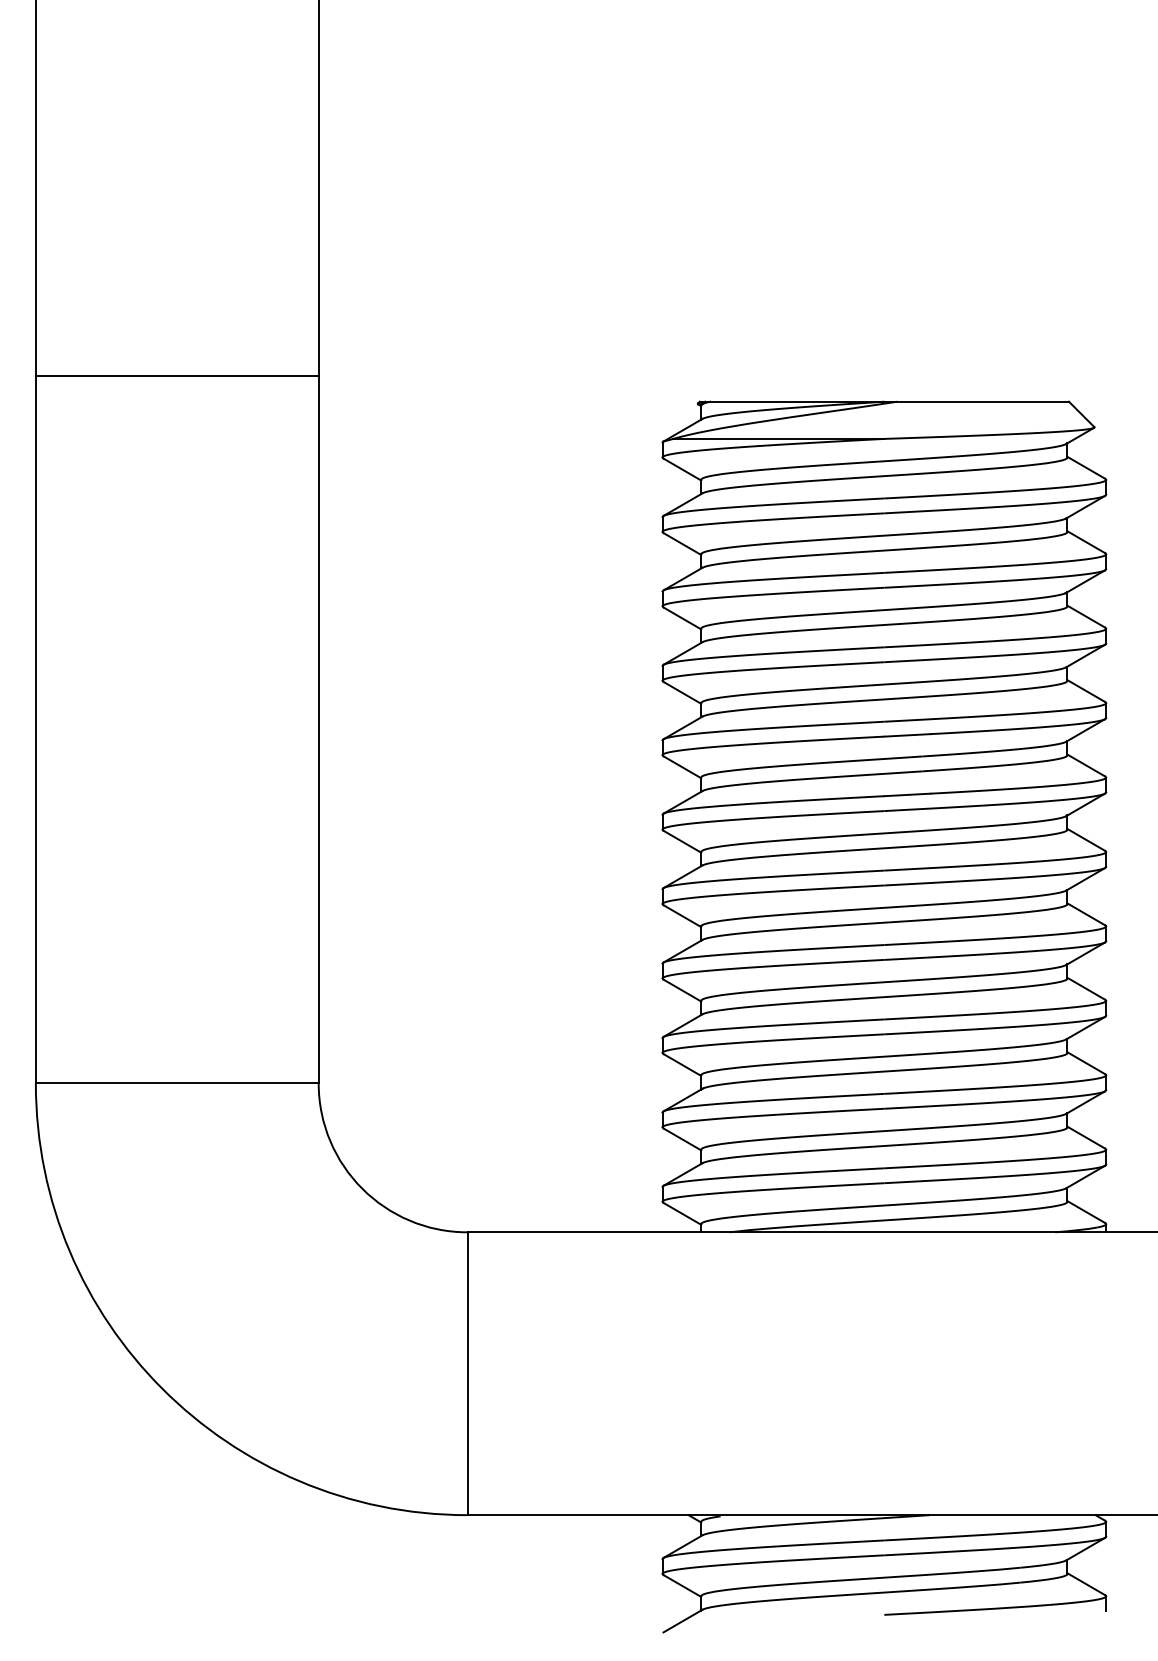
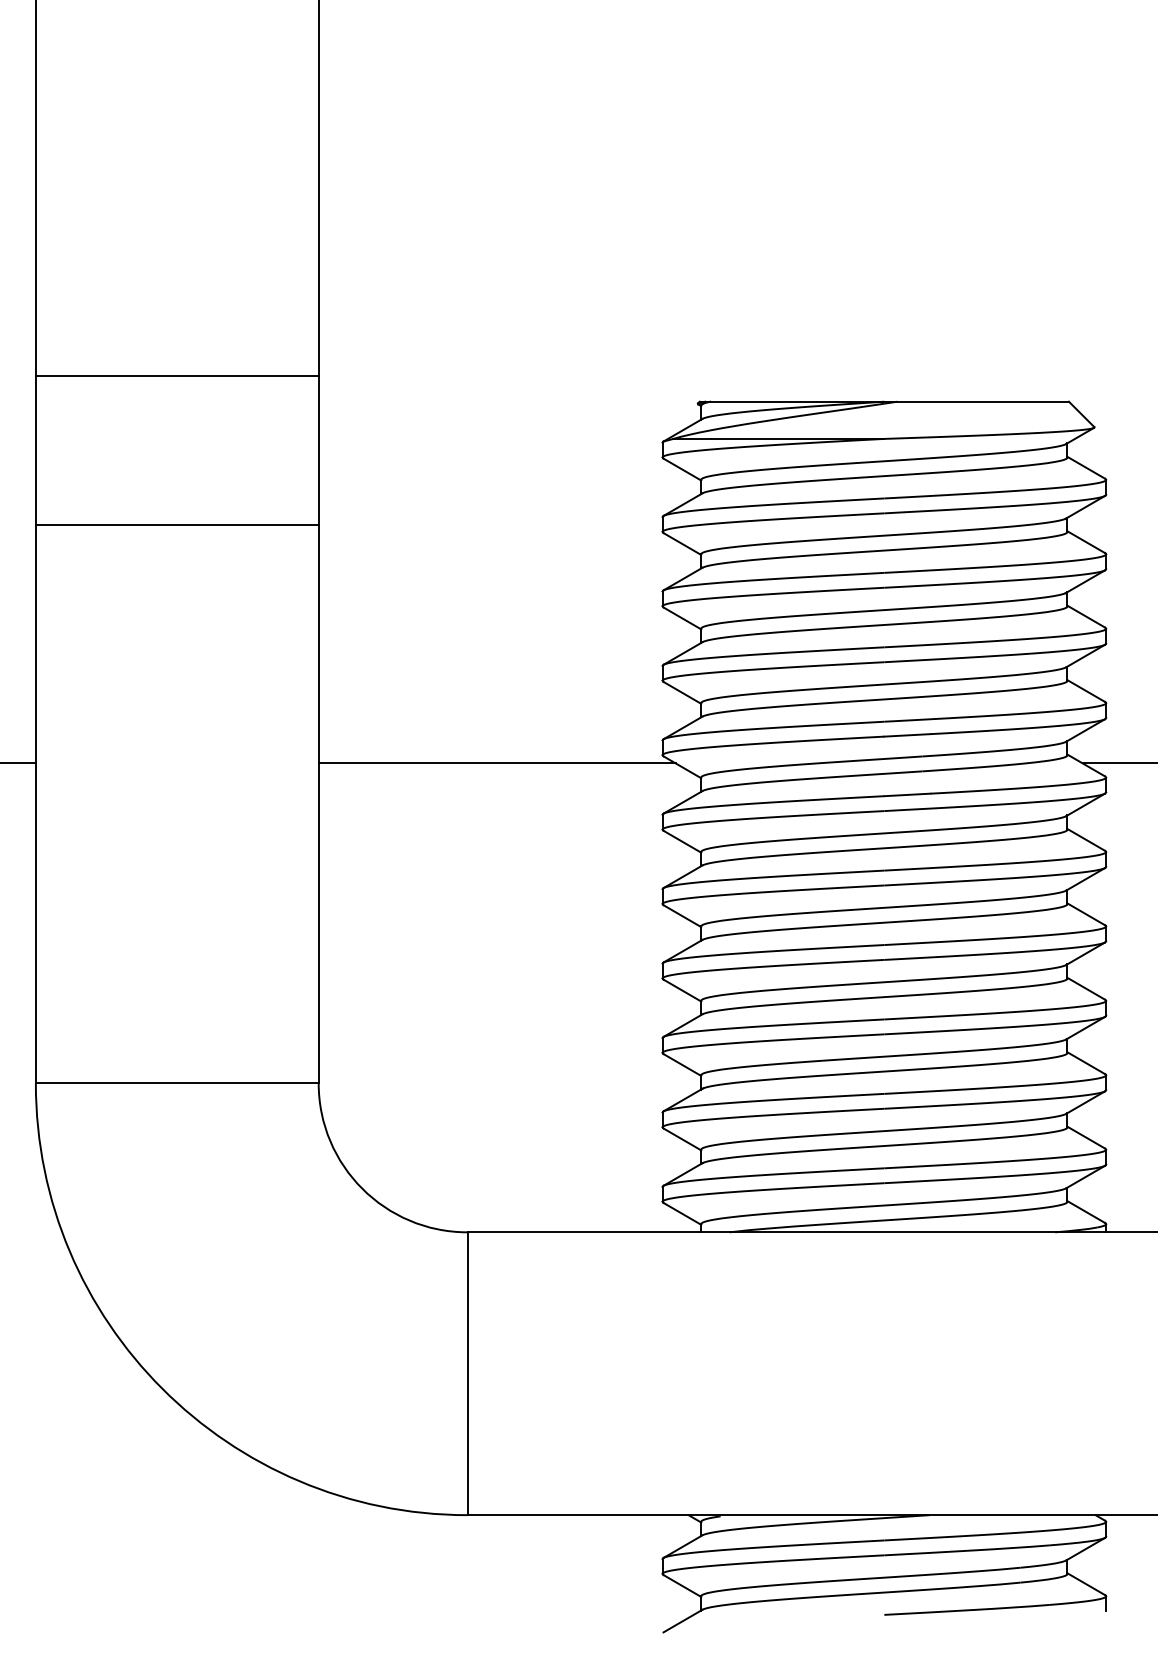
line at (176, 525): none -> present
line at (18, 763): none -> present
line at (496, 763): none -> present
line at (1118, 763): none -> present
